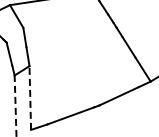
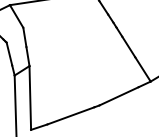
line at (30, 98): dashed -> solid
line at (15, 106): dashed -> solid
